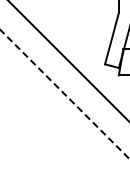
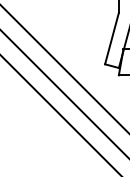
line at (68, 60) position: (68, 60) -> (64, 68)
line at (65, 94): dashed -> solid
line at (60, 114): none -> present
